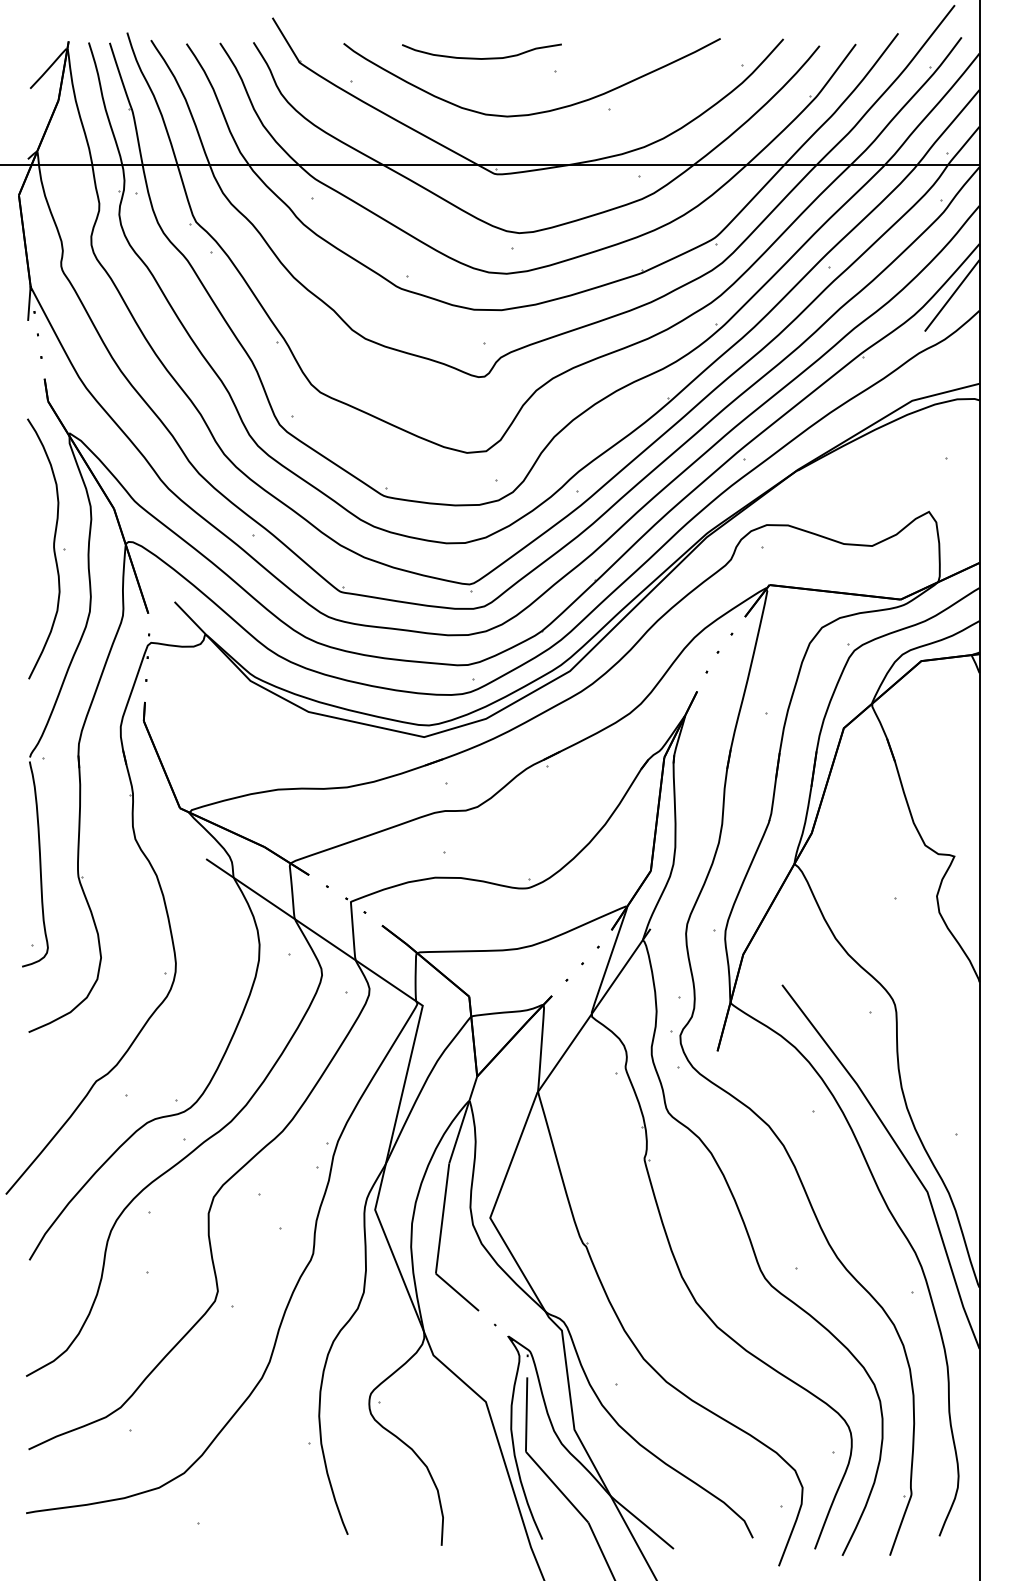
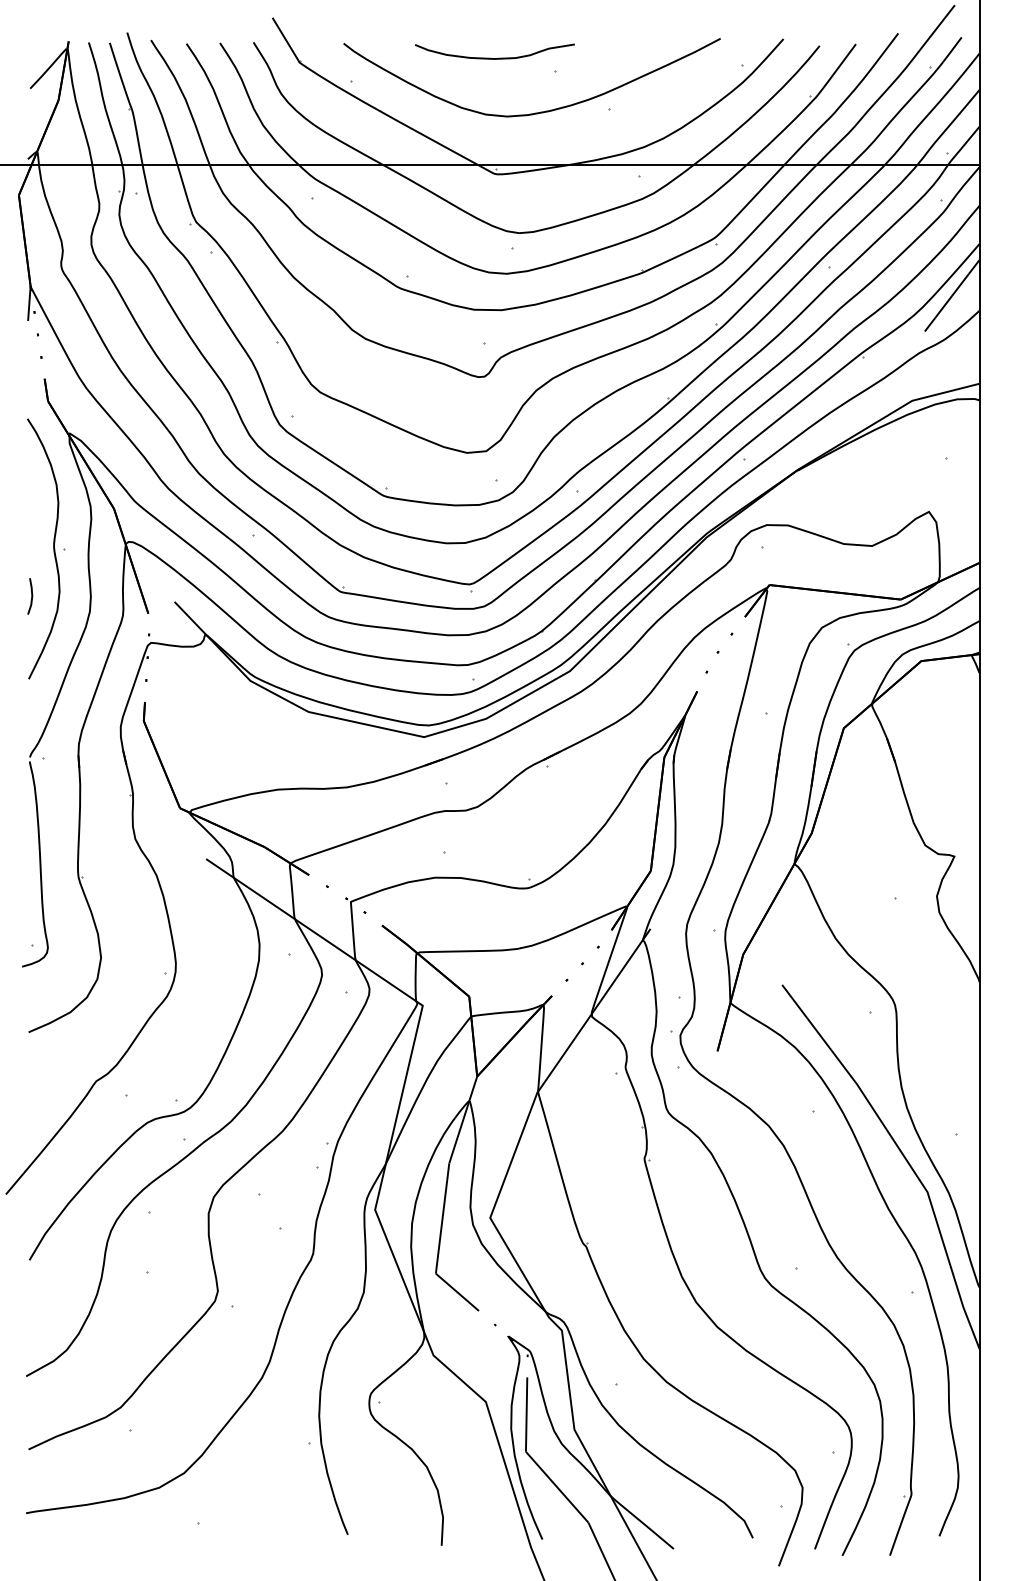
curve at (481, 58) position: (481, 58) -> (494, 58)
line at (31, 596): none -> present
